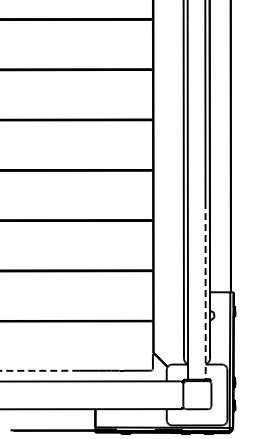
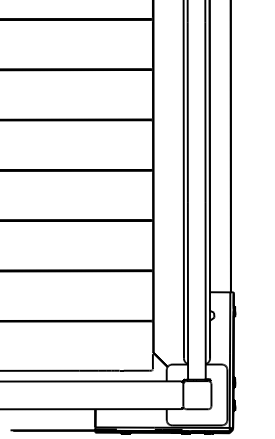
line at (205, 290): dashed -> solid
line at (39, 370): dashed -> solid
